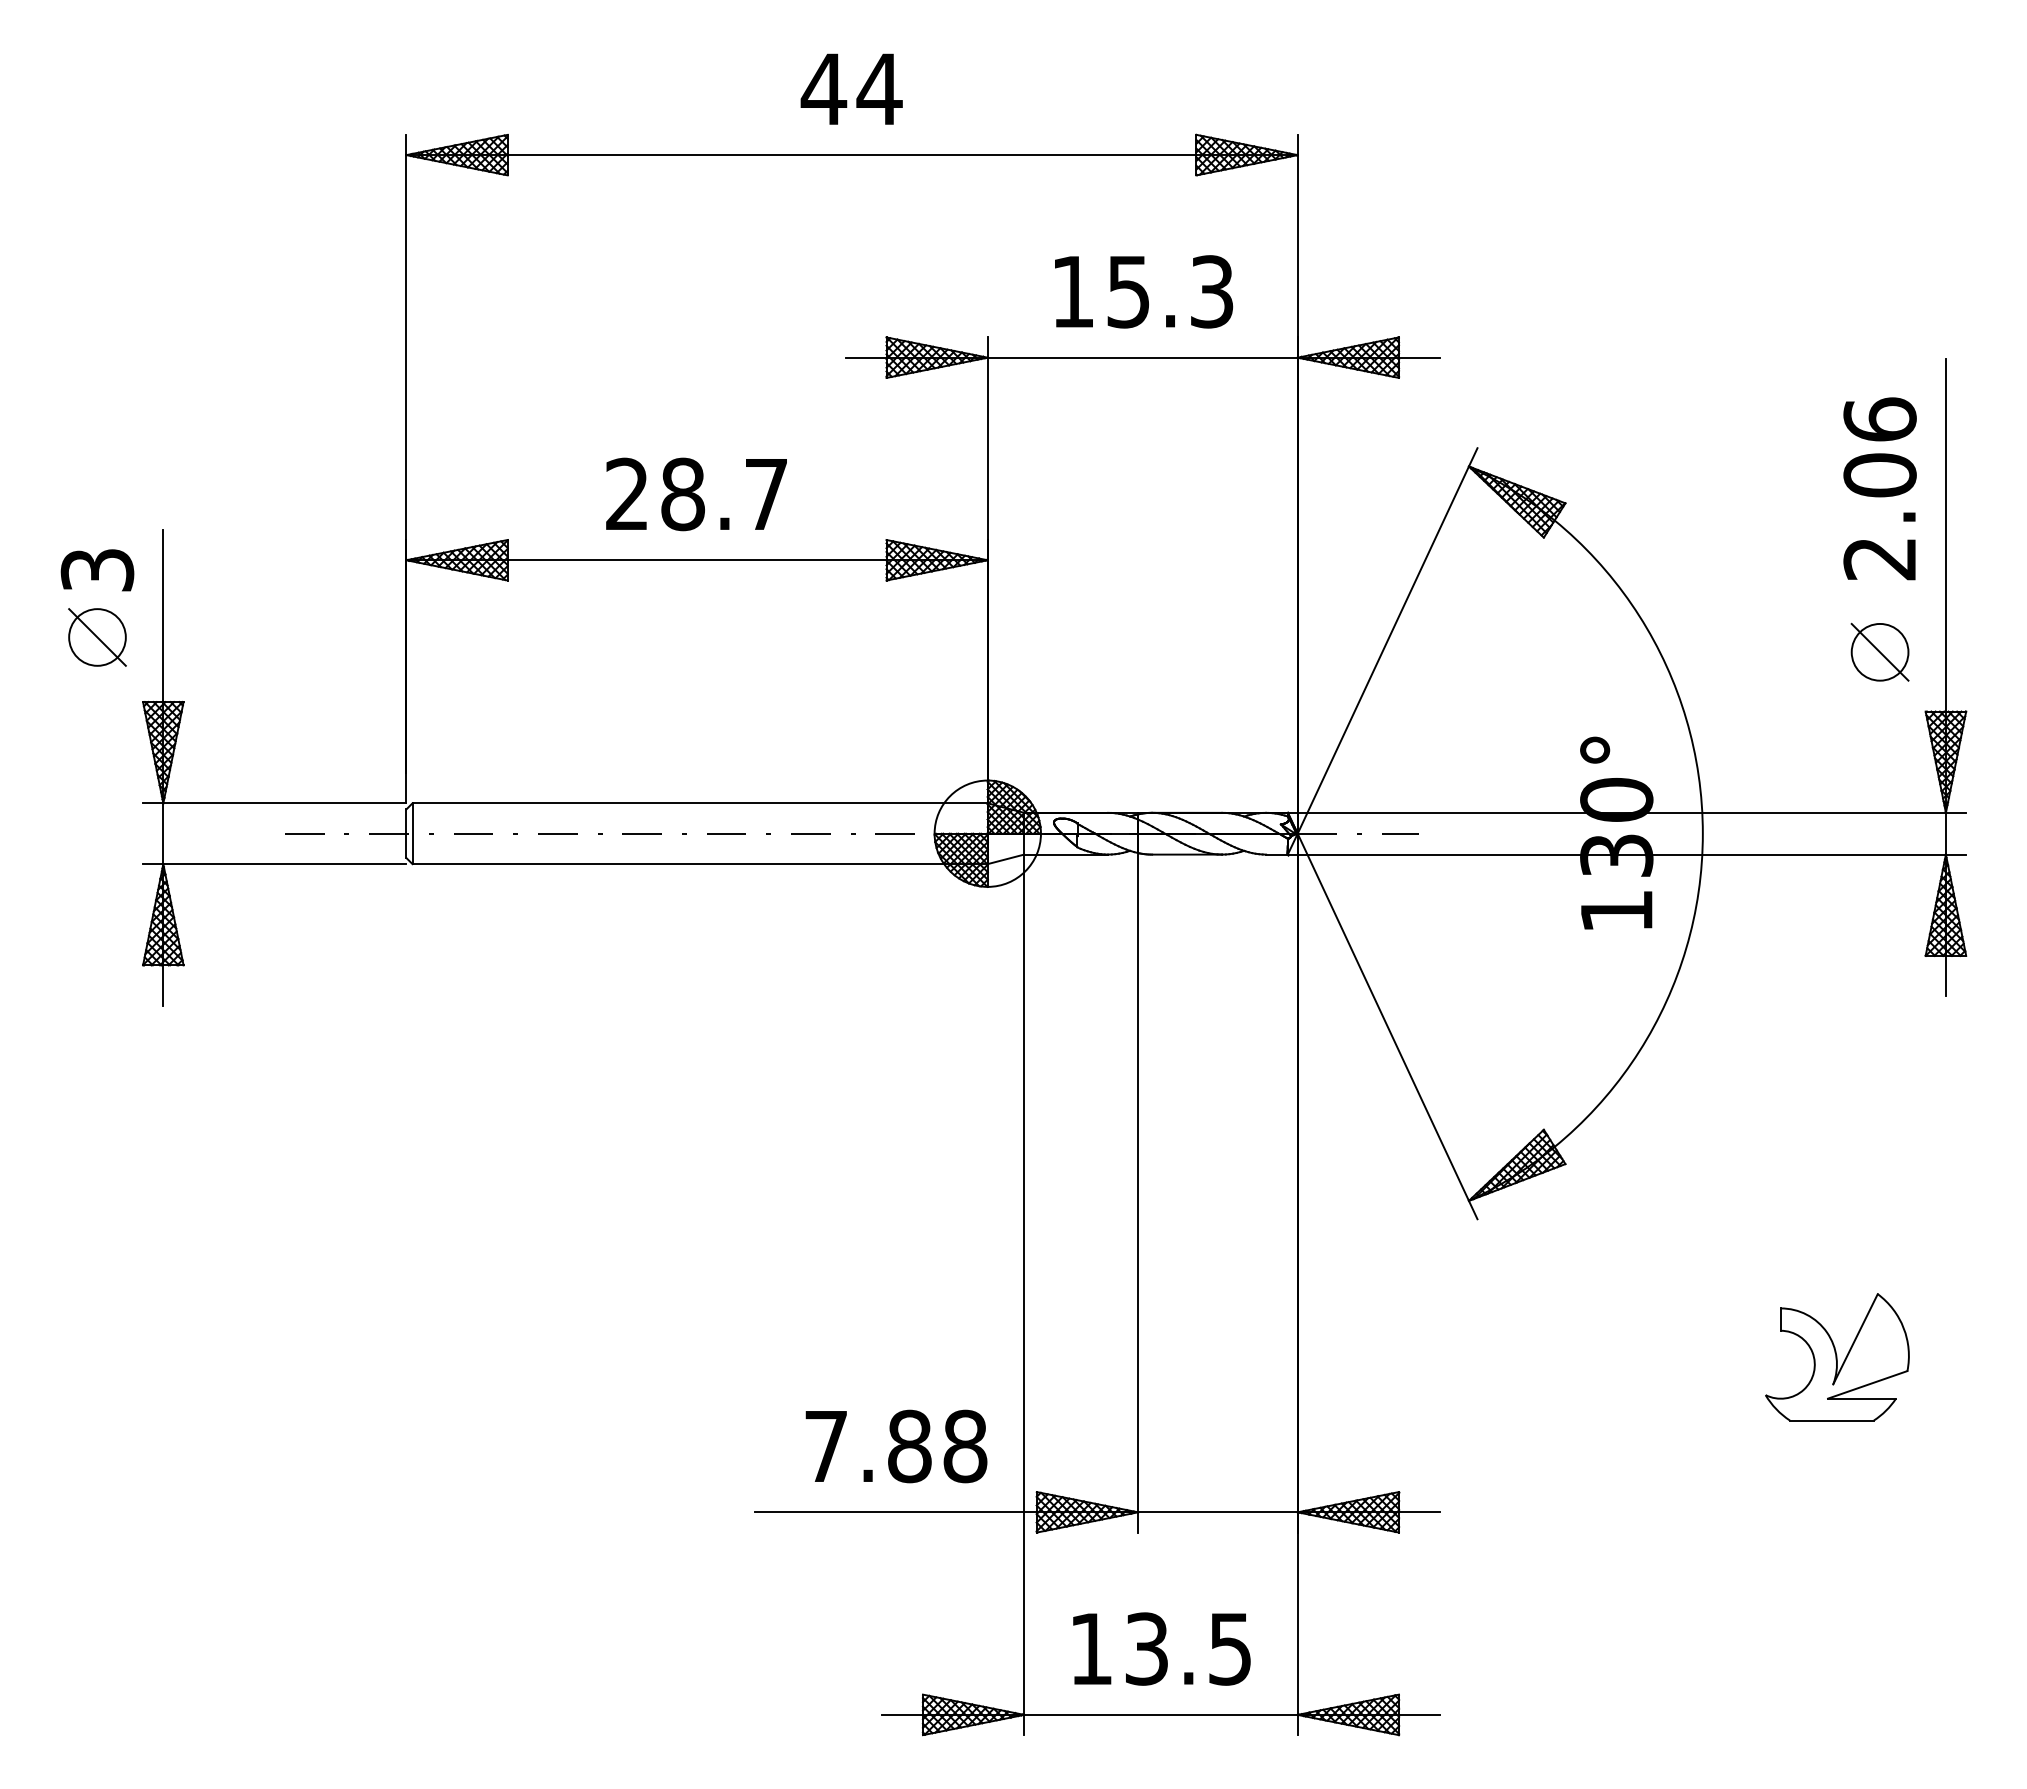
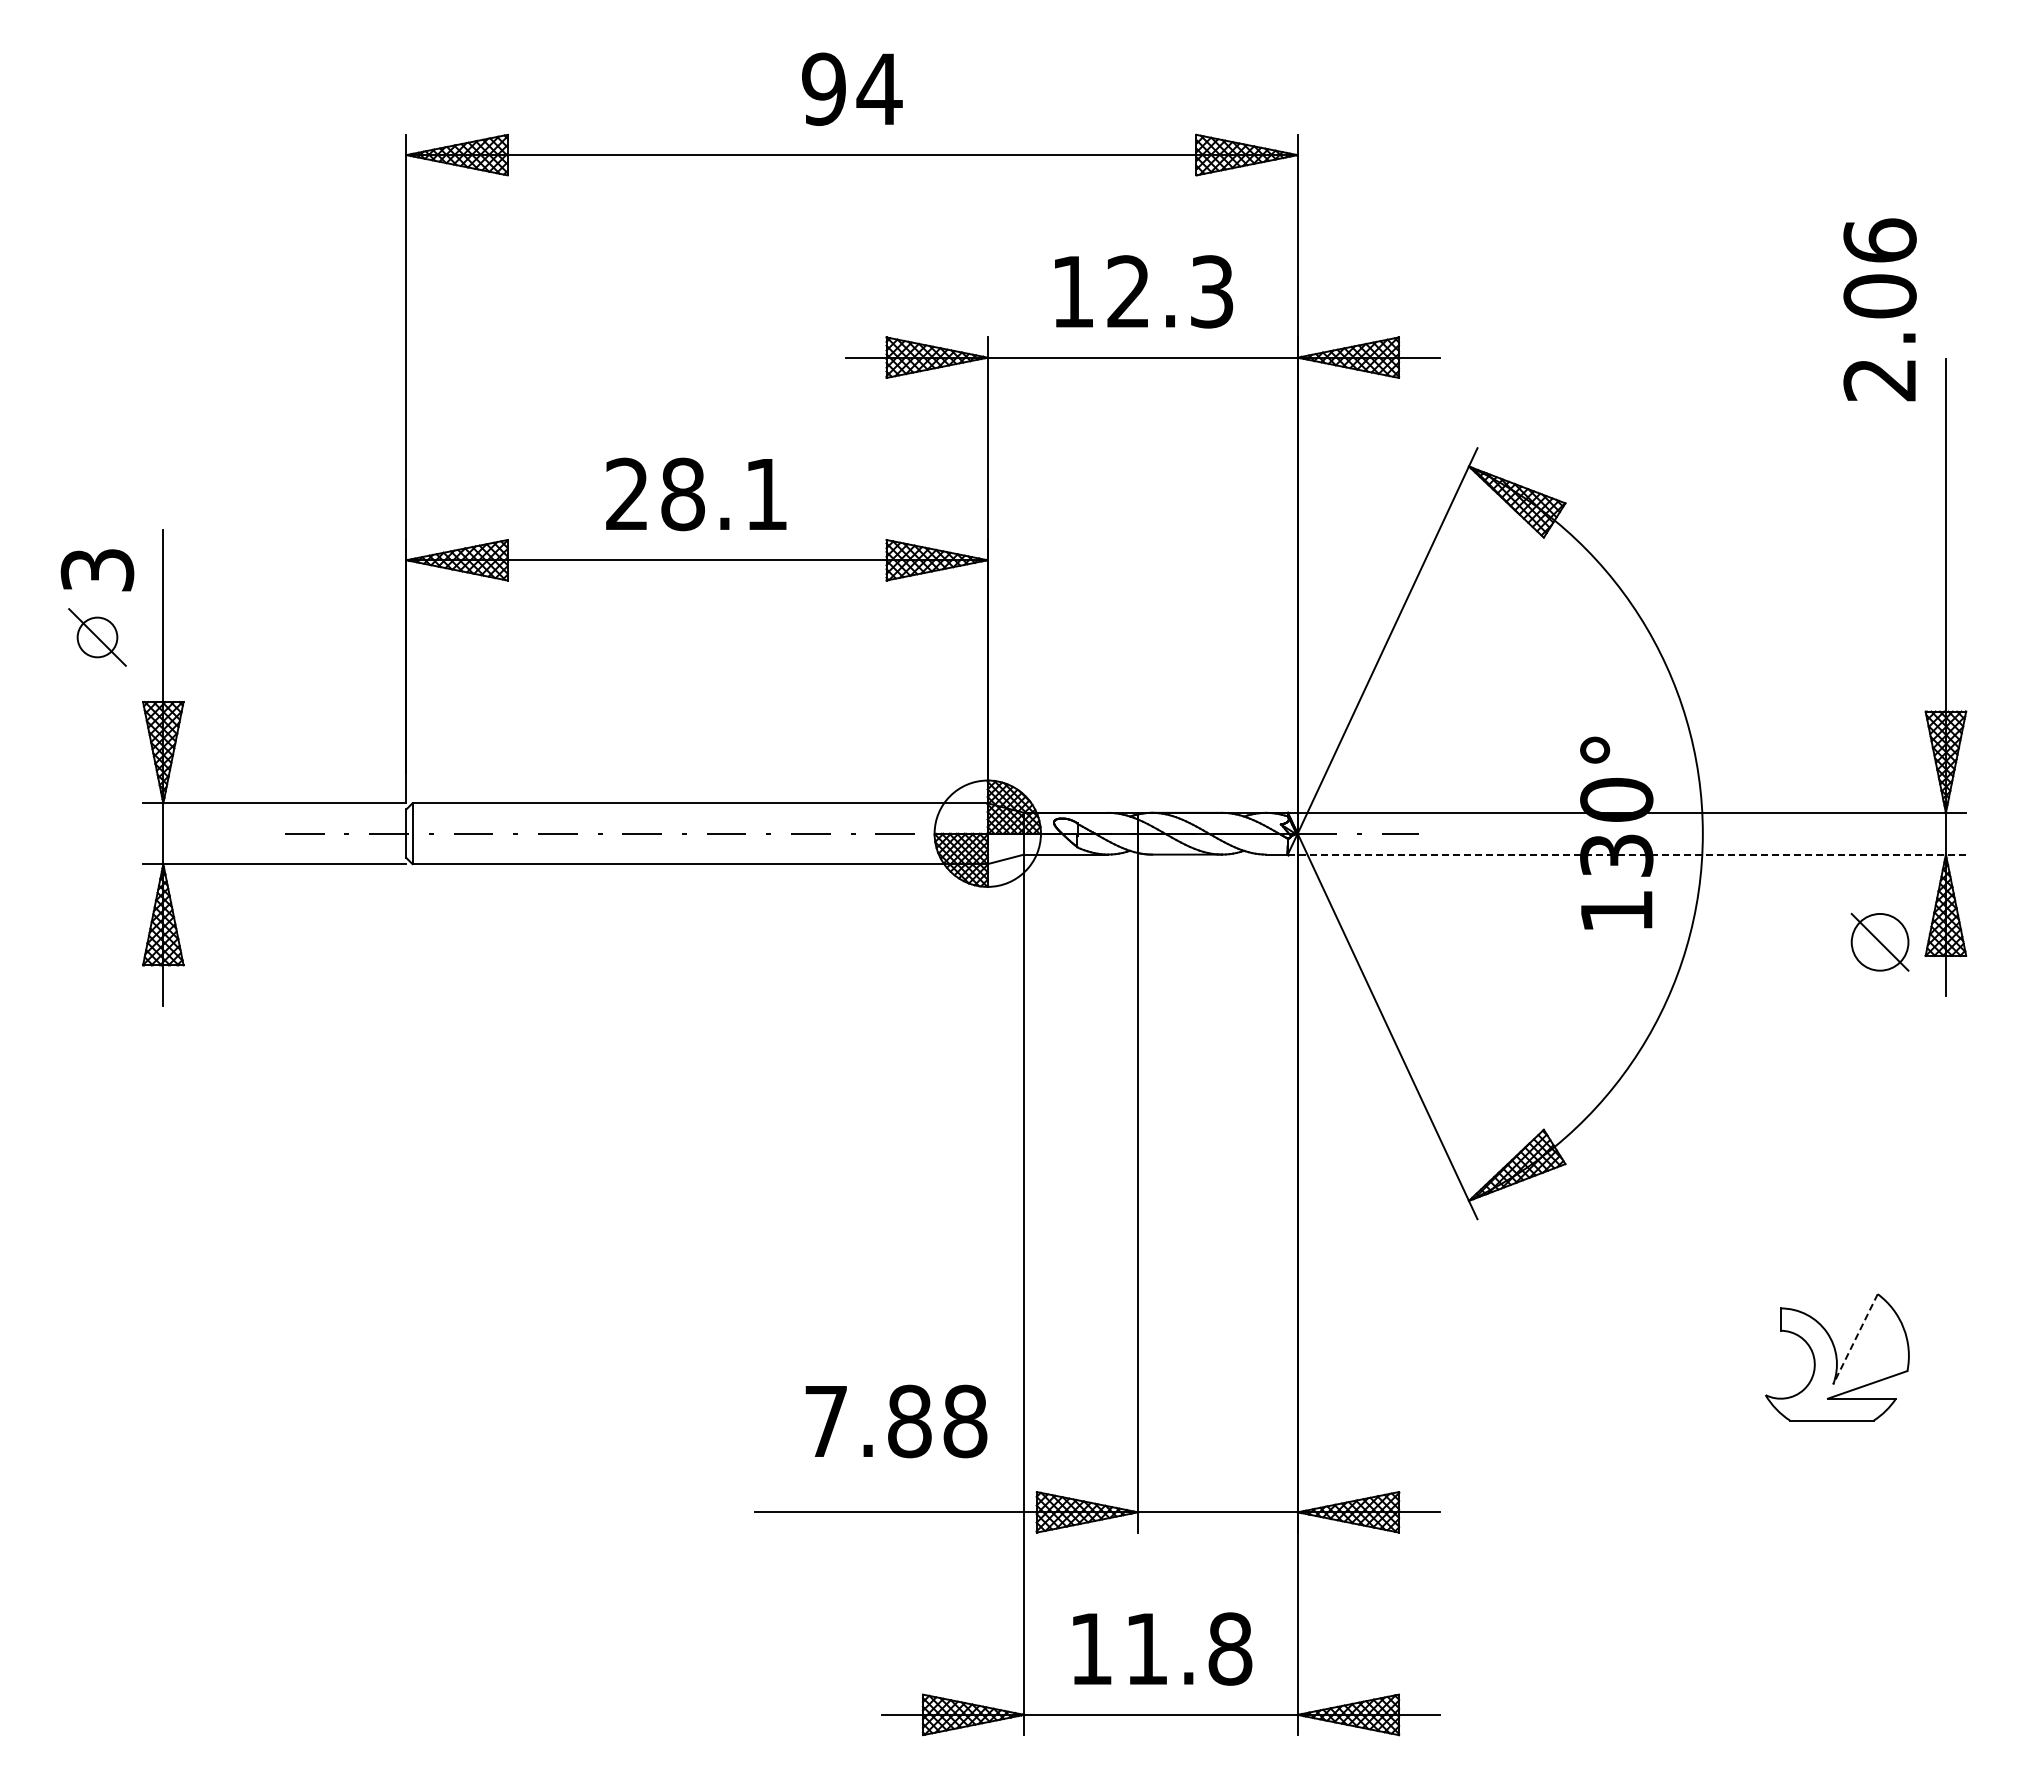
text at (823, 89): 44 -> 94
text at (1127, 291): 15.3 -> 12.3
text at (1879, 488) position: (1879, 488) -> (1879, 309)
text at (766, 494): 28.7 -> 28.1
circle at (97, 637) diameter: 57 px -> 40 px
part at (1879, 651) position: (1879, 651) -> (1879, 941)
line at (1627, 854): solid -> dashed
line at (1855, 1339): solid -> dashed
text at (896, 1446) position: (896, 1446) -> (896, 1421)
text at (1189, 1648): 13.5 -> 11.8
